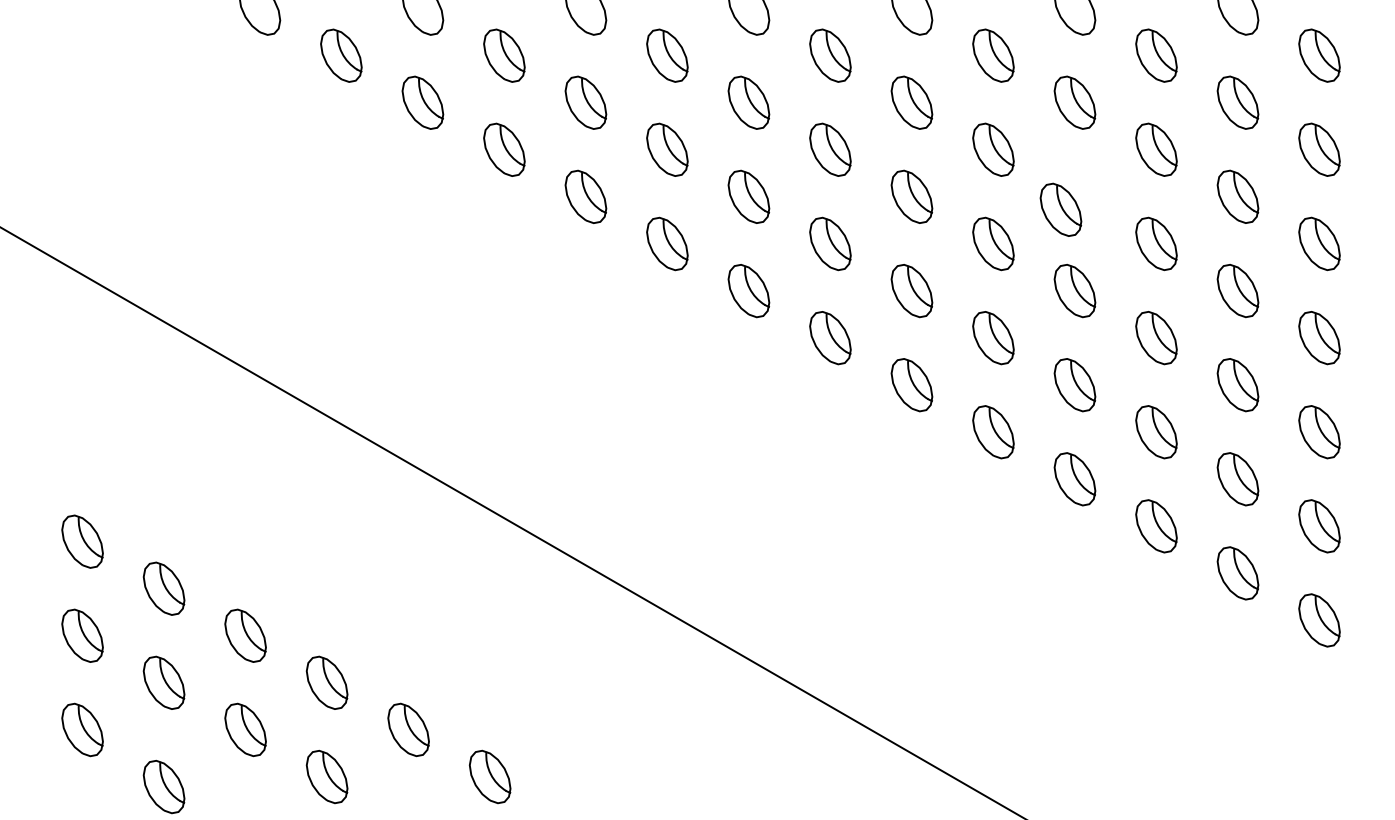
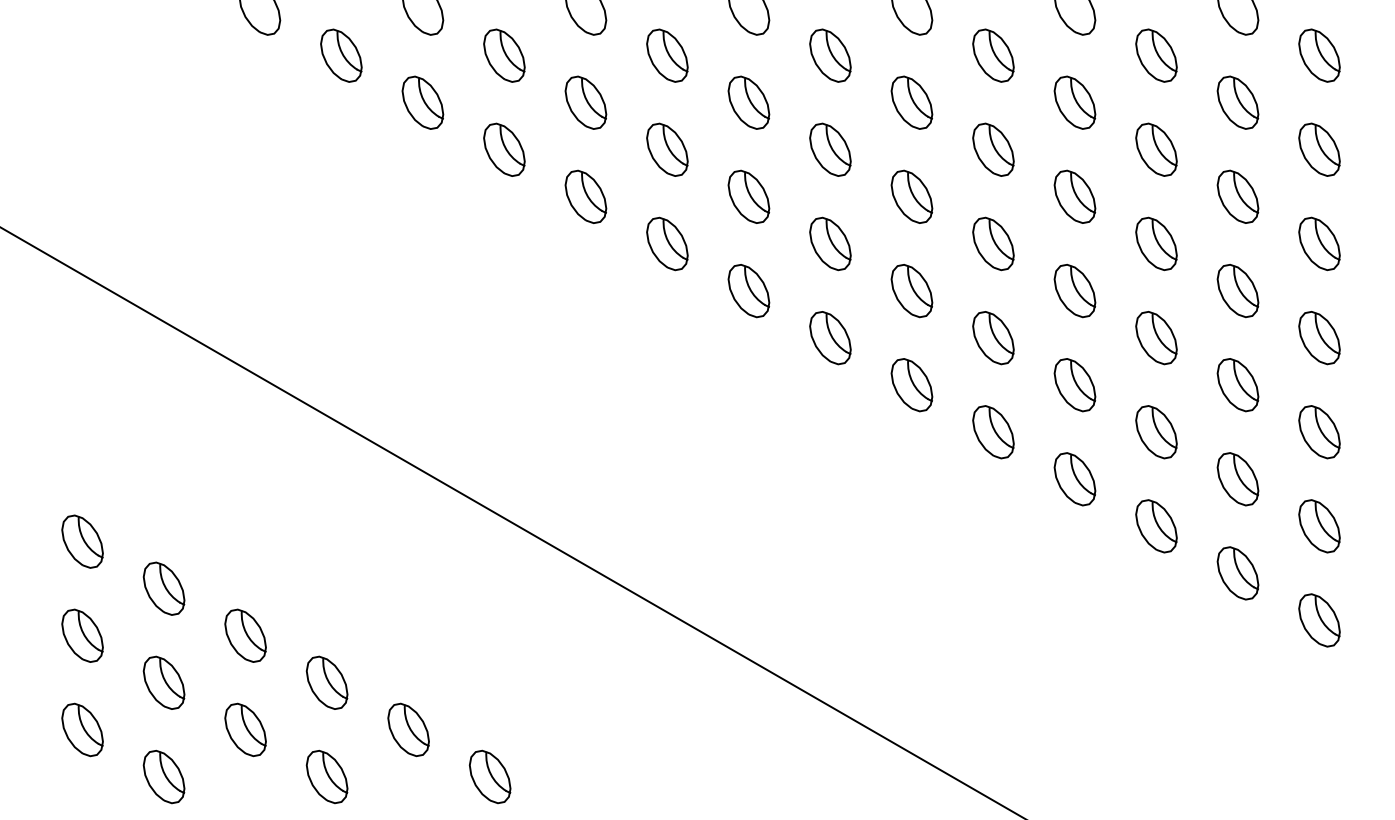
part at (1060, 209) position: (1060, 209) -> (1074, 196)
part at (163, 786) position: (163, 786) -> (163, 776)
